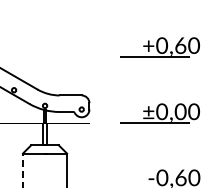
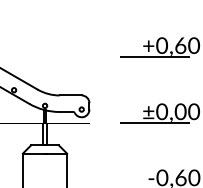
line at (22, 170): dashed -> solid
